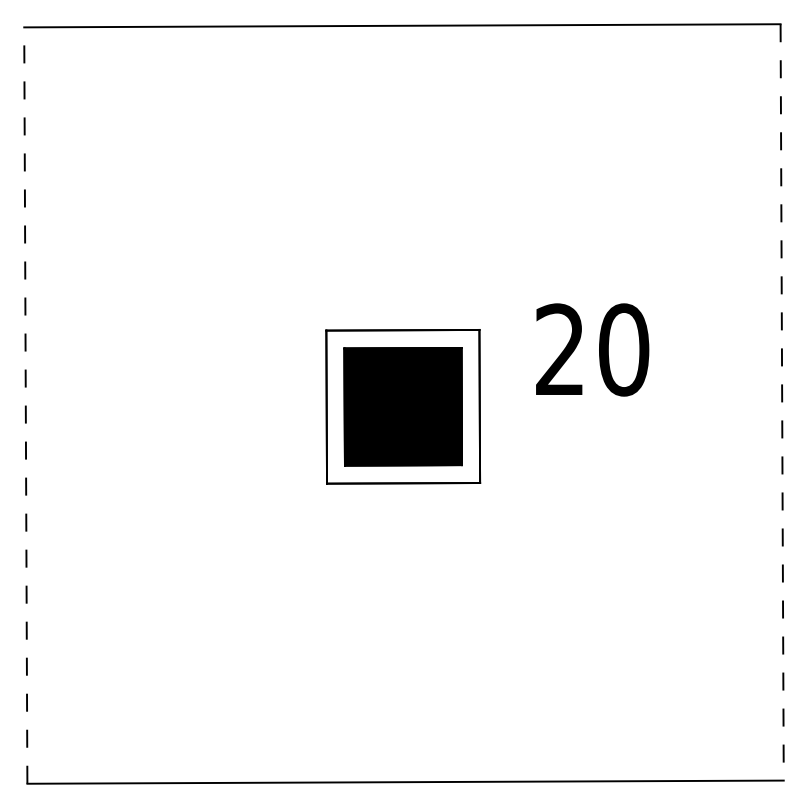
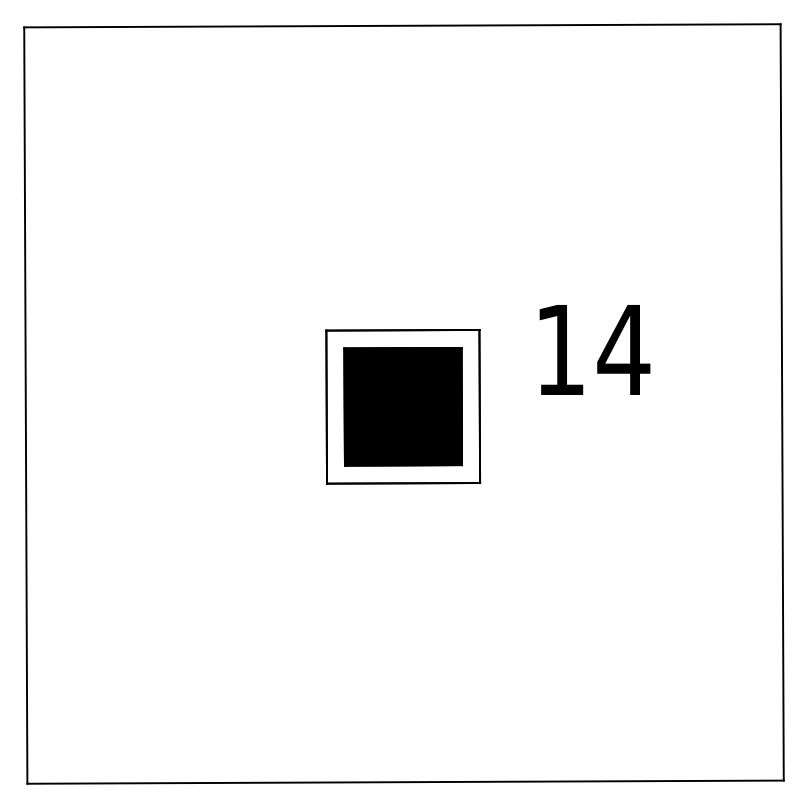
text at (593, 349): 20 -> 14
line at (782, 402): dashed -> solid
line at (25, 405): dashed -> solid
